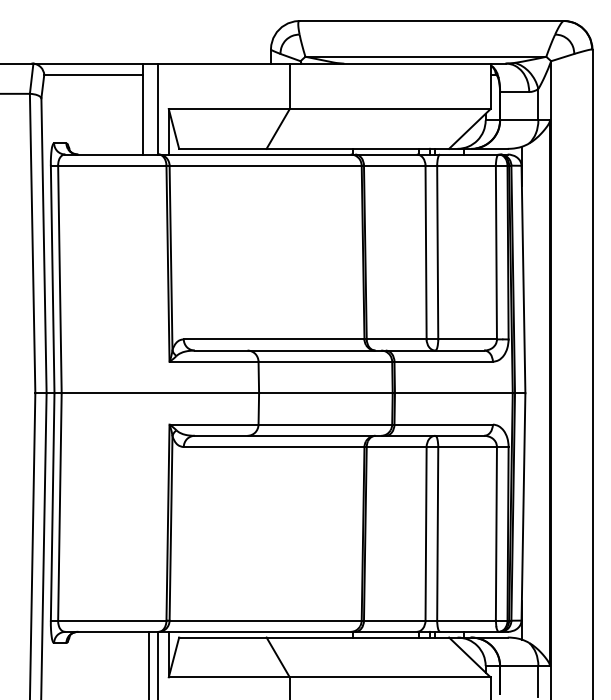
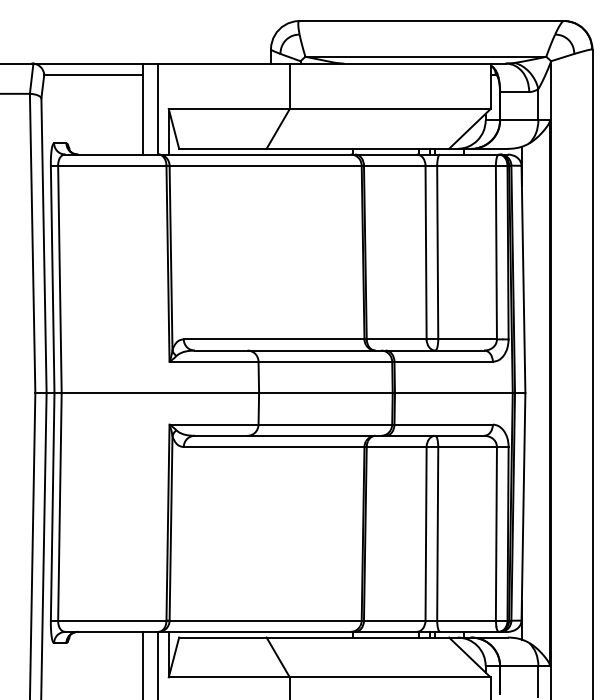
line at (149, 663) position: (149, 663) -> (143, 663)
